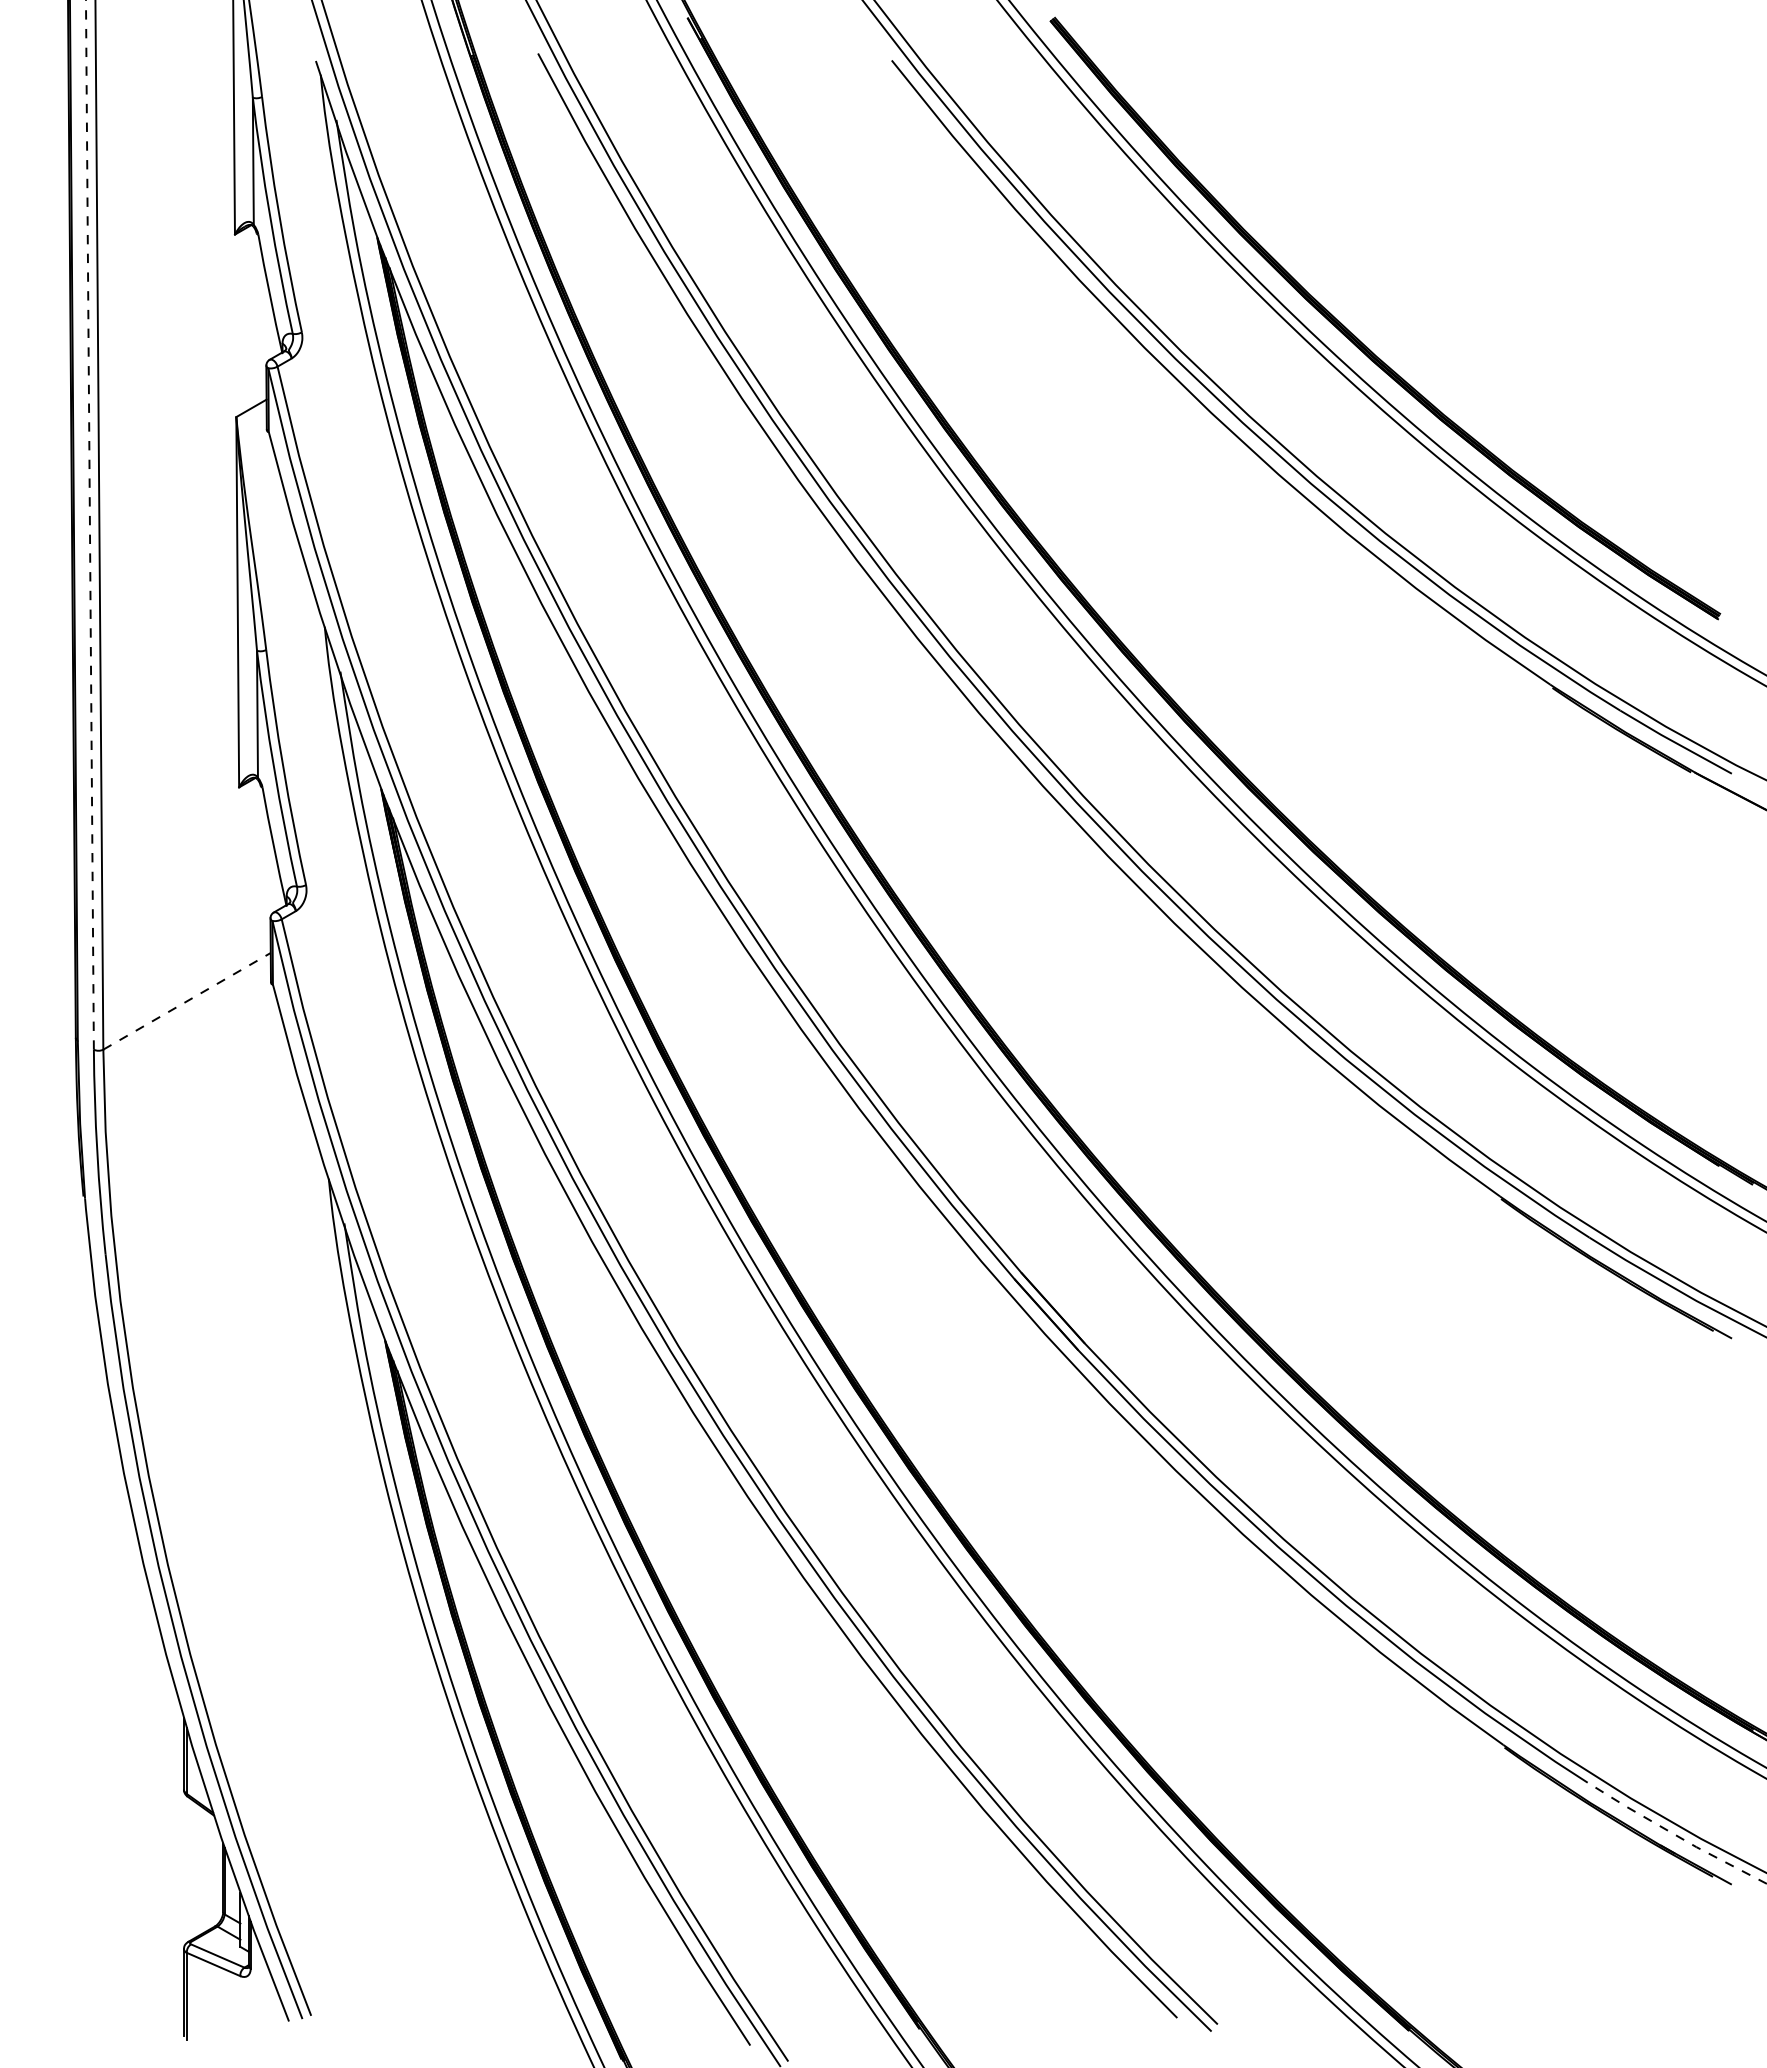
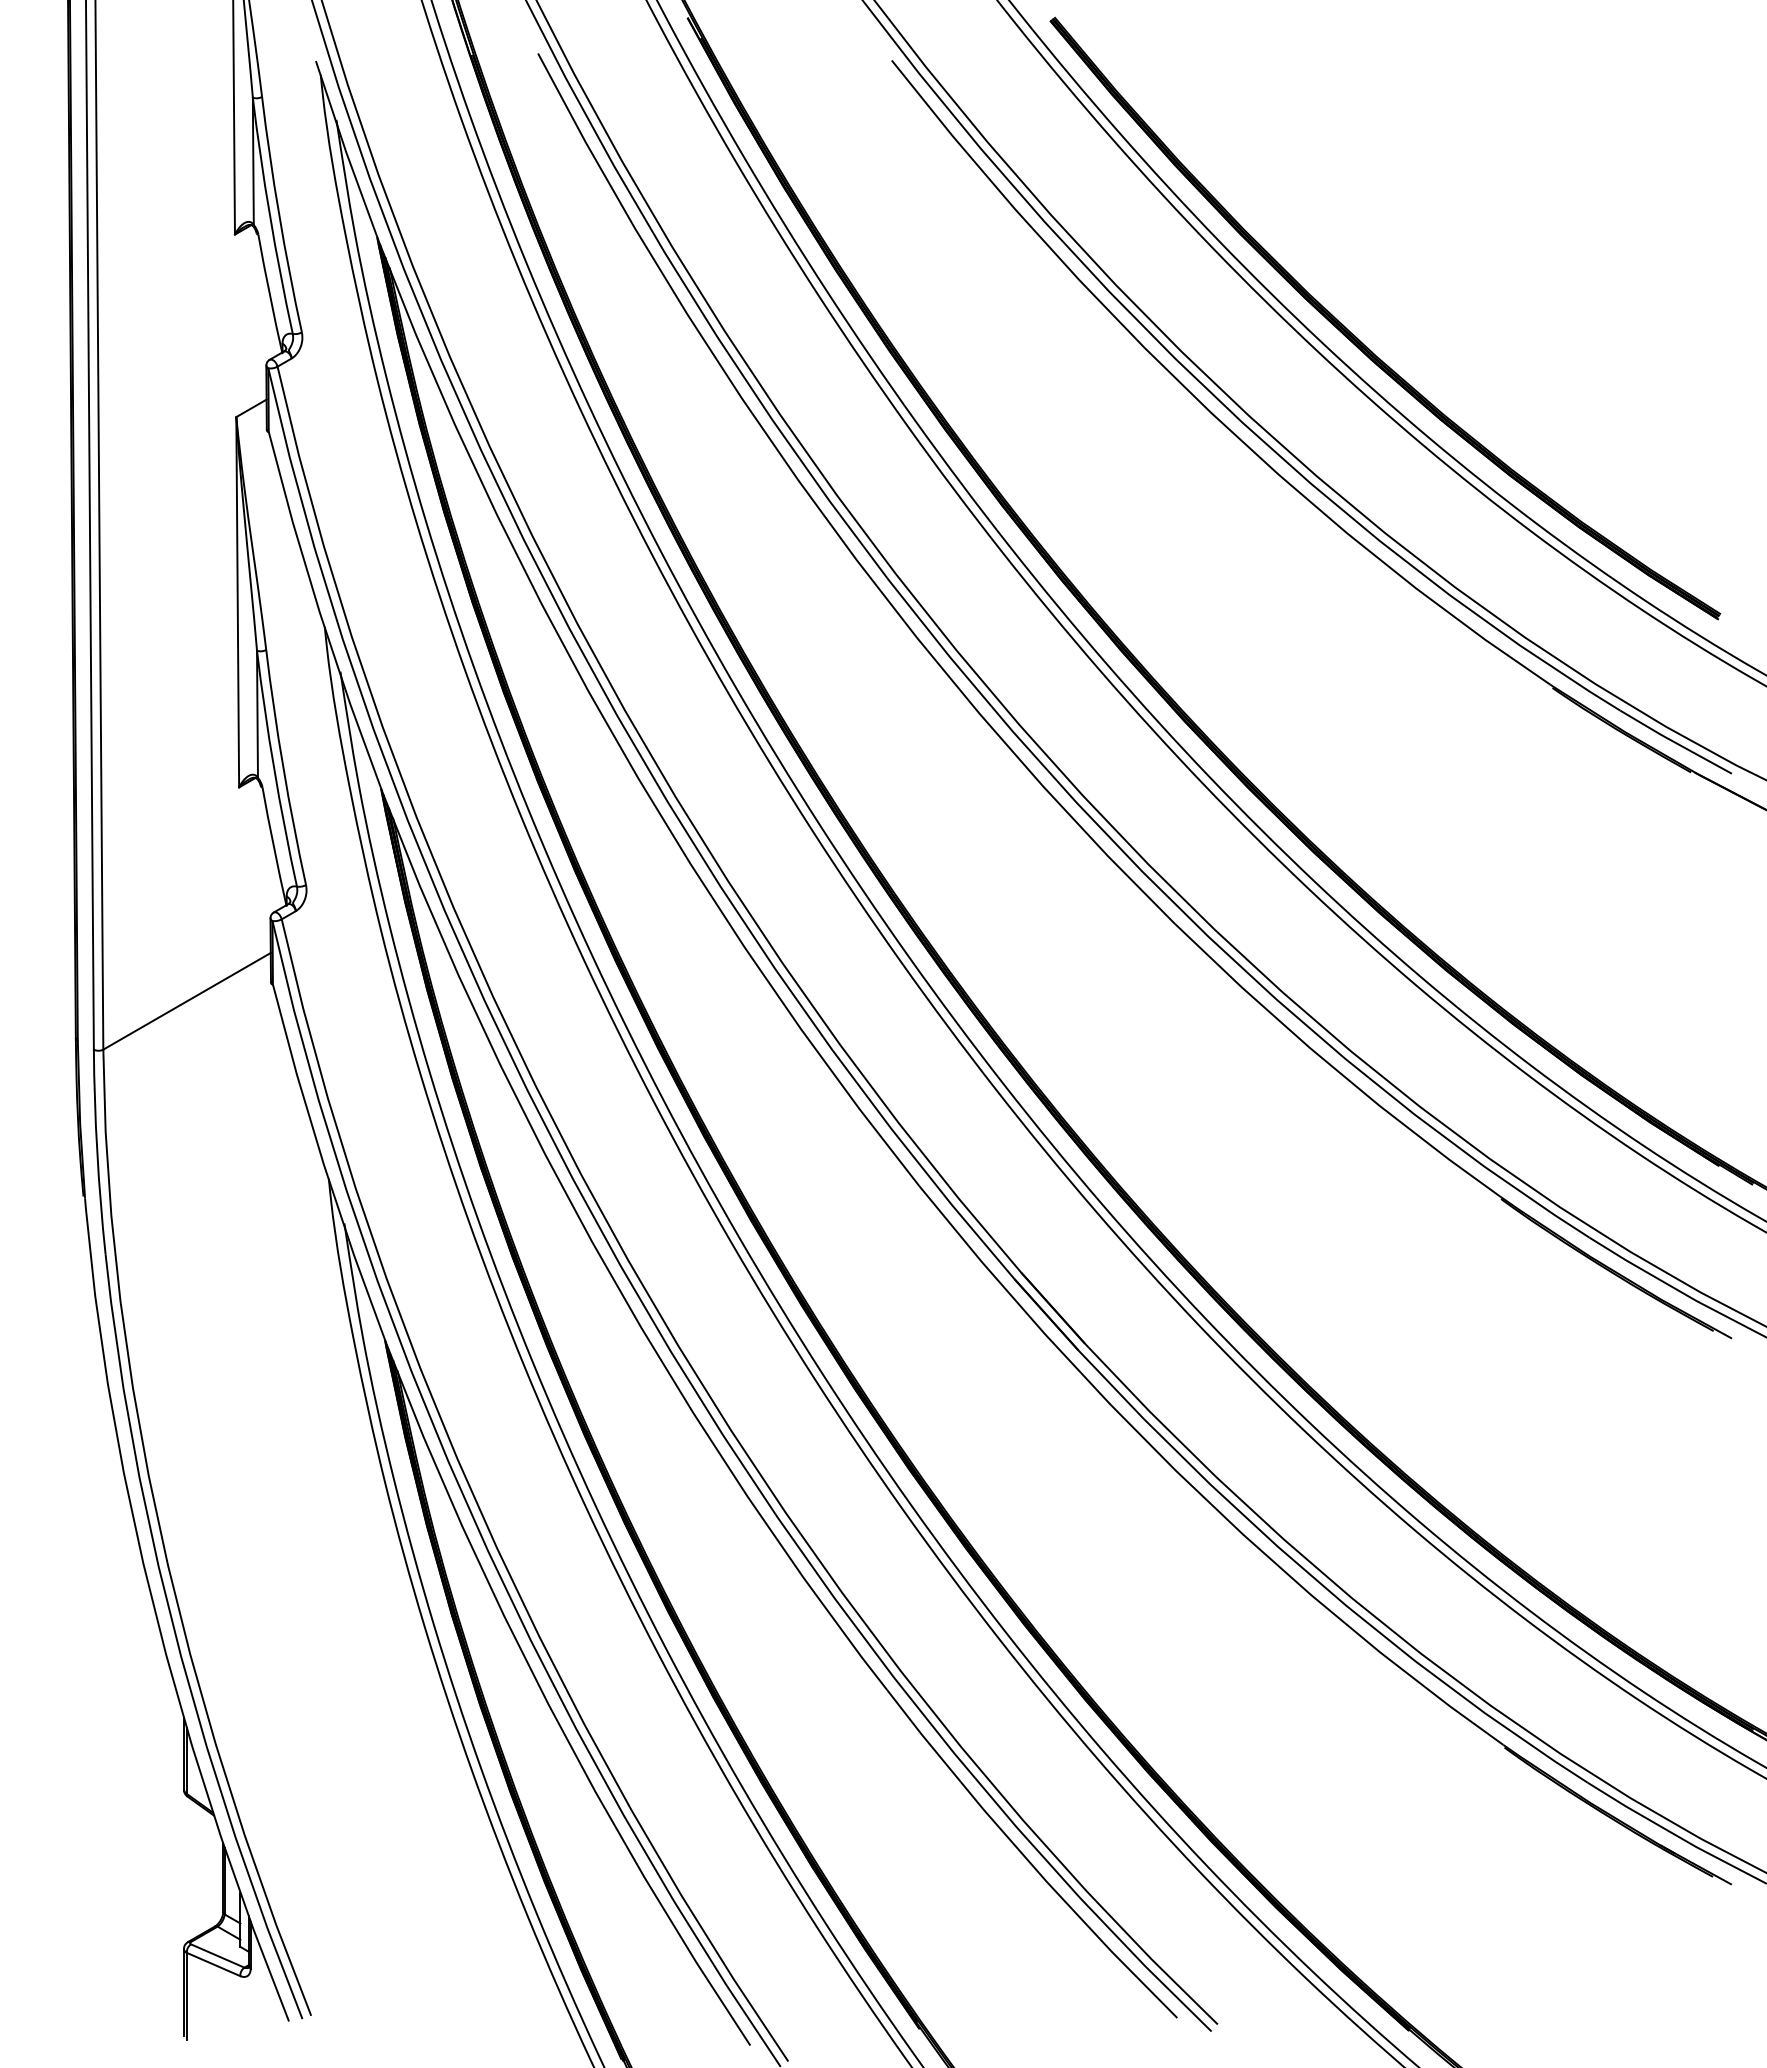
line at (89, 524): dashed -> solid
line at (187, 1001): dashed -> solid
line at (1675, 1835): dashed -> solid
